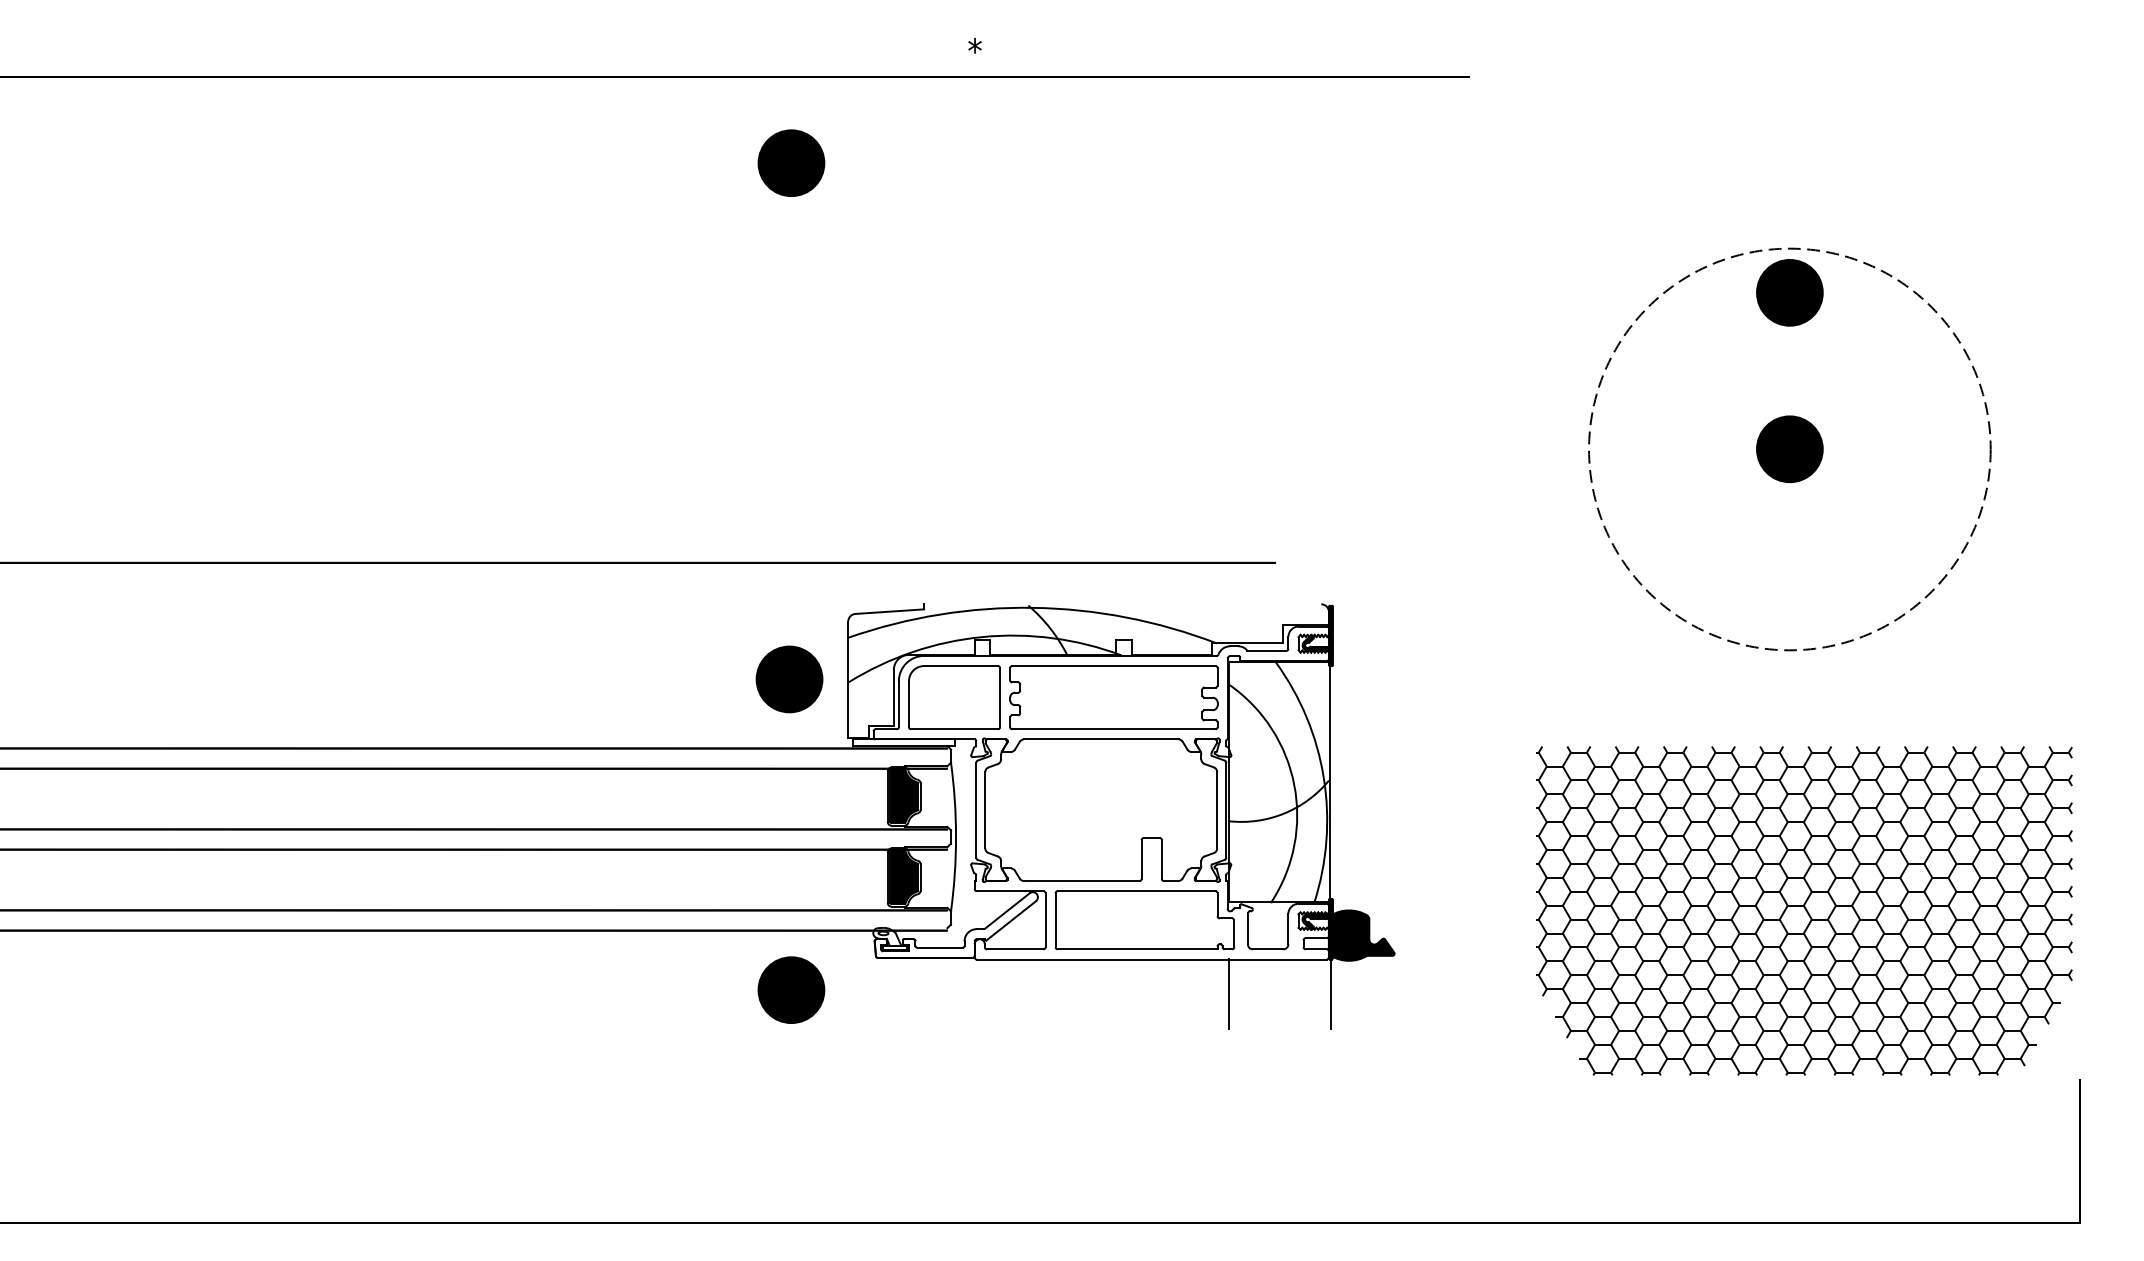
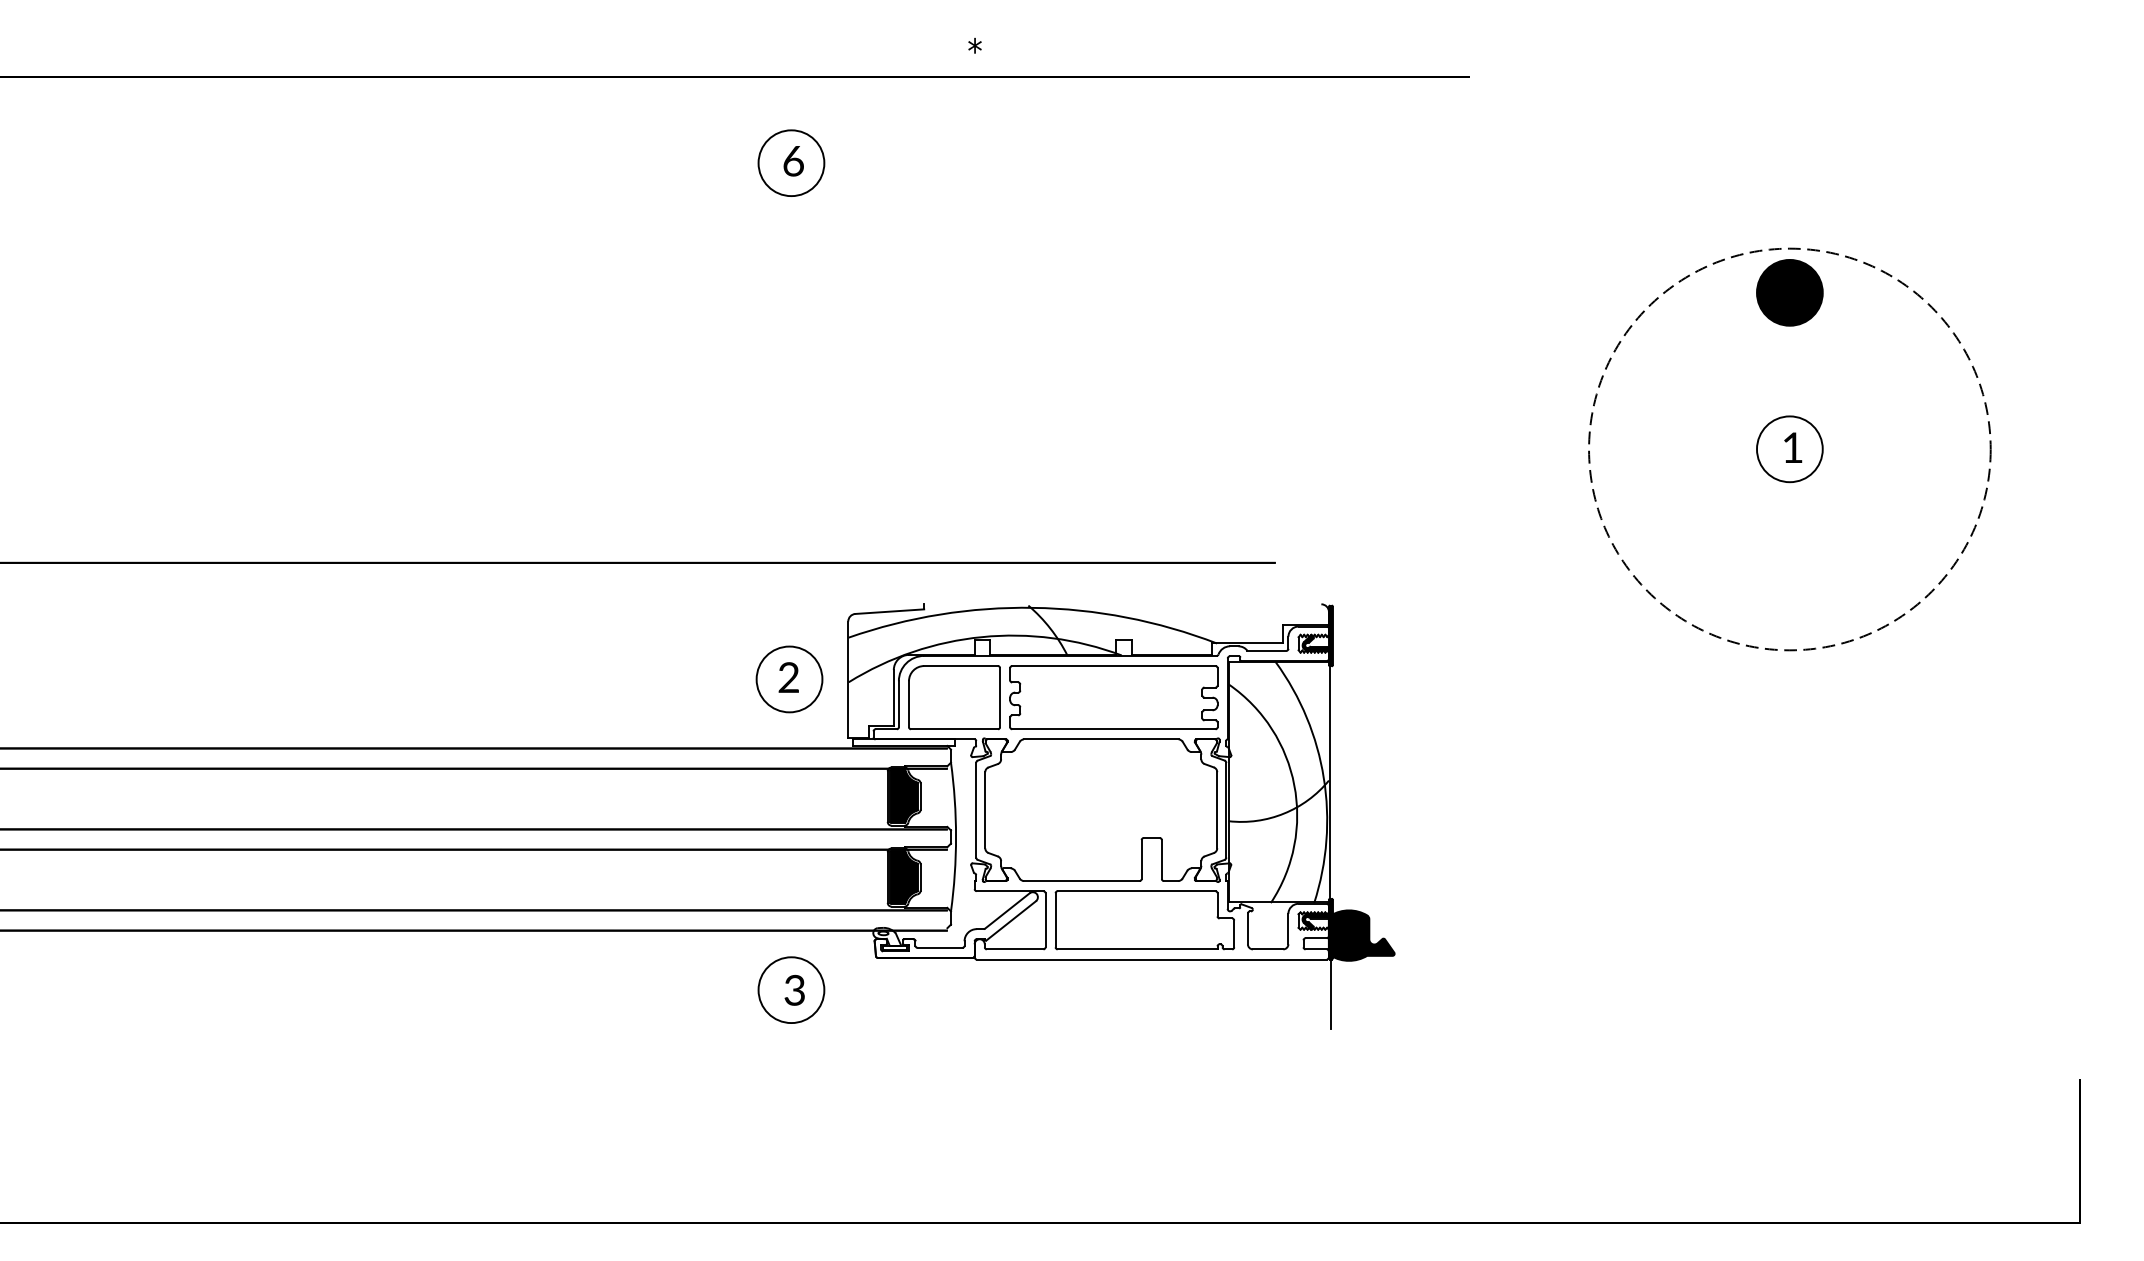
fill at (791, 163): present -> none
fill at (1789, 449): present -> none
fill at (789, 679): present -> none
part at (1804, 910): present -> none
fill at (791, 990): present -> none
line at (1229, 993): present -> none
